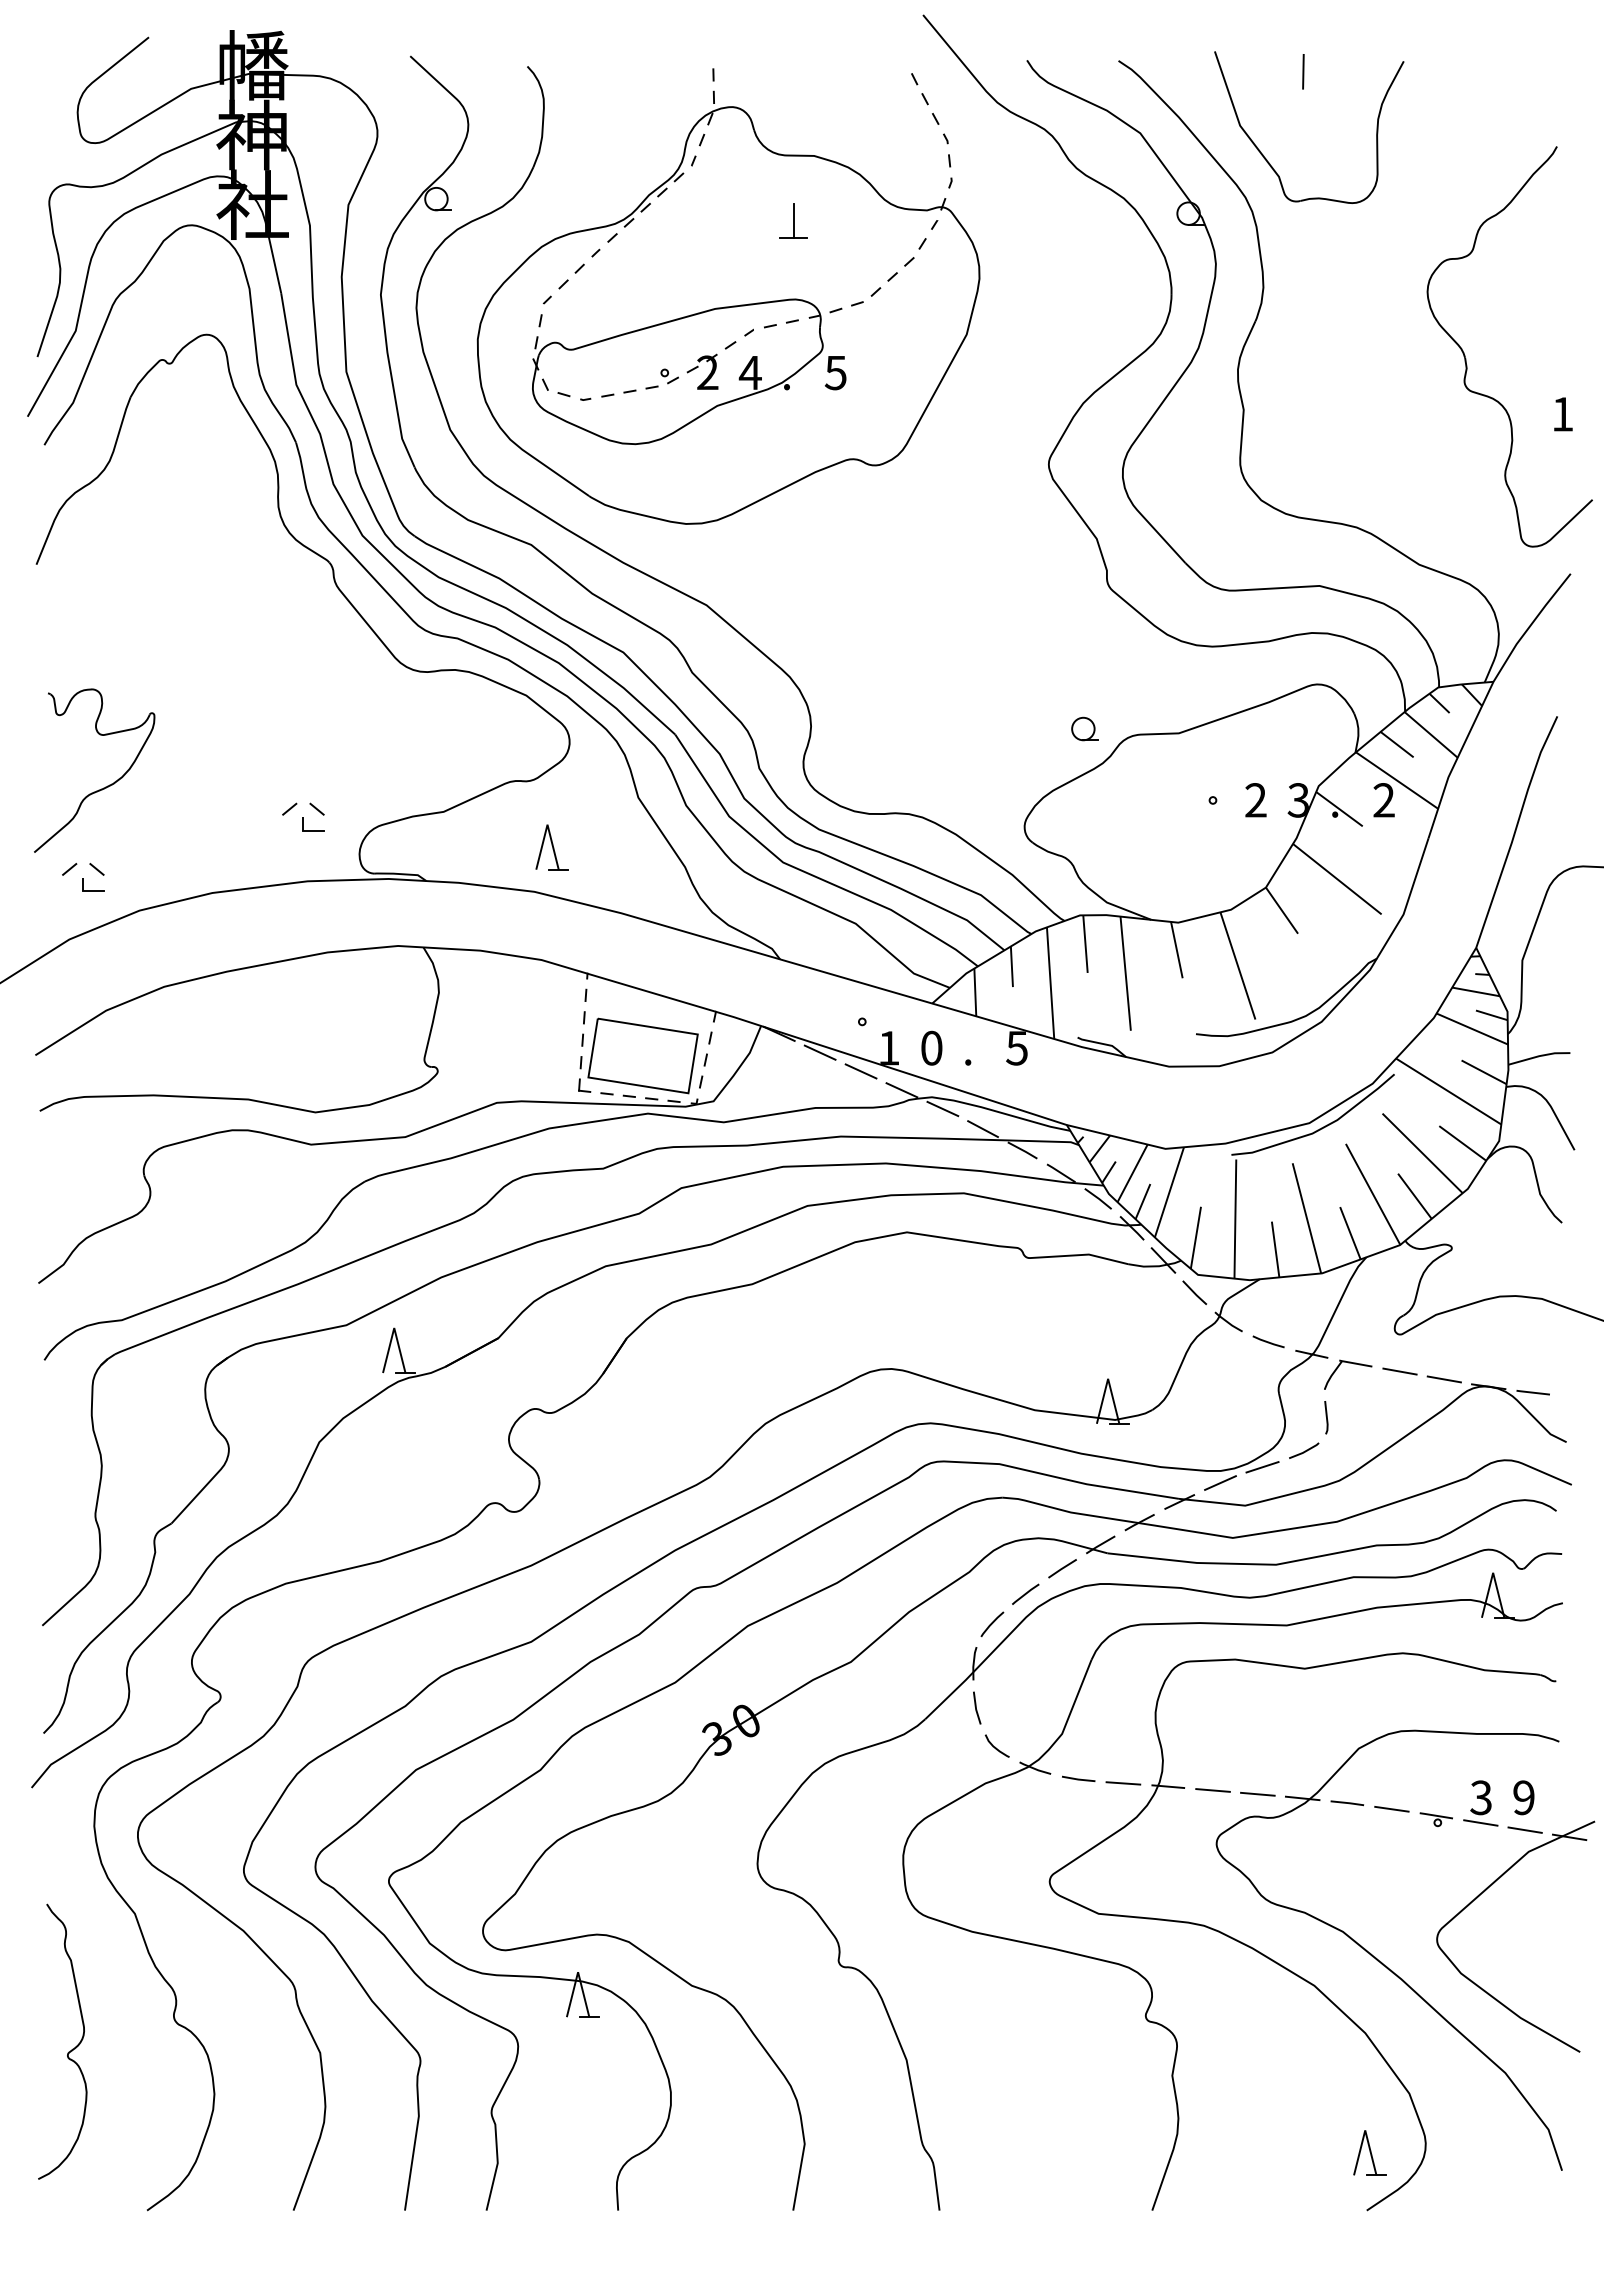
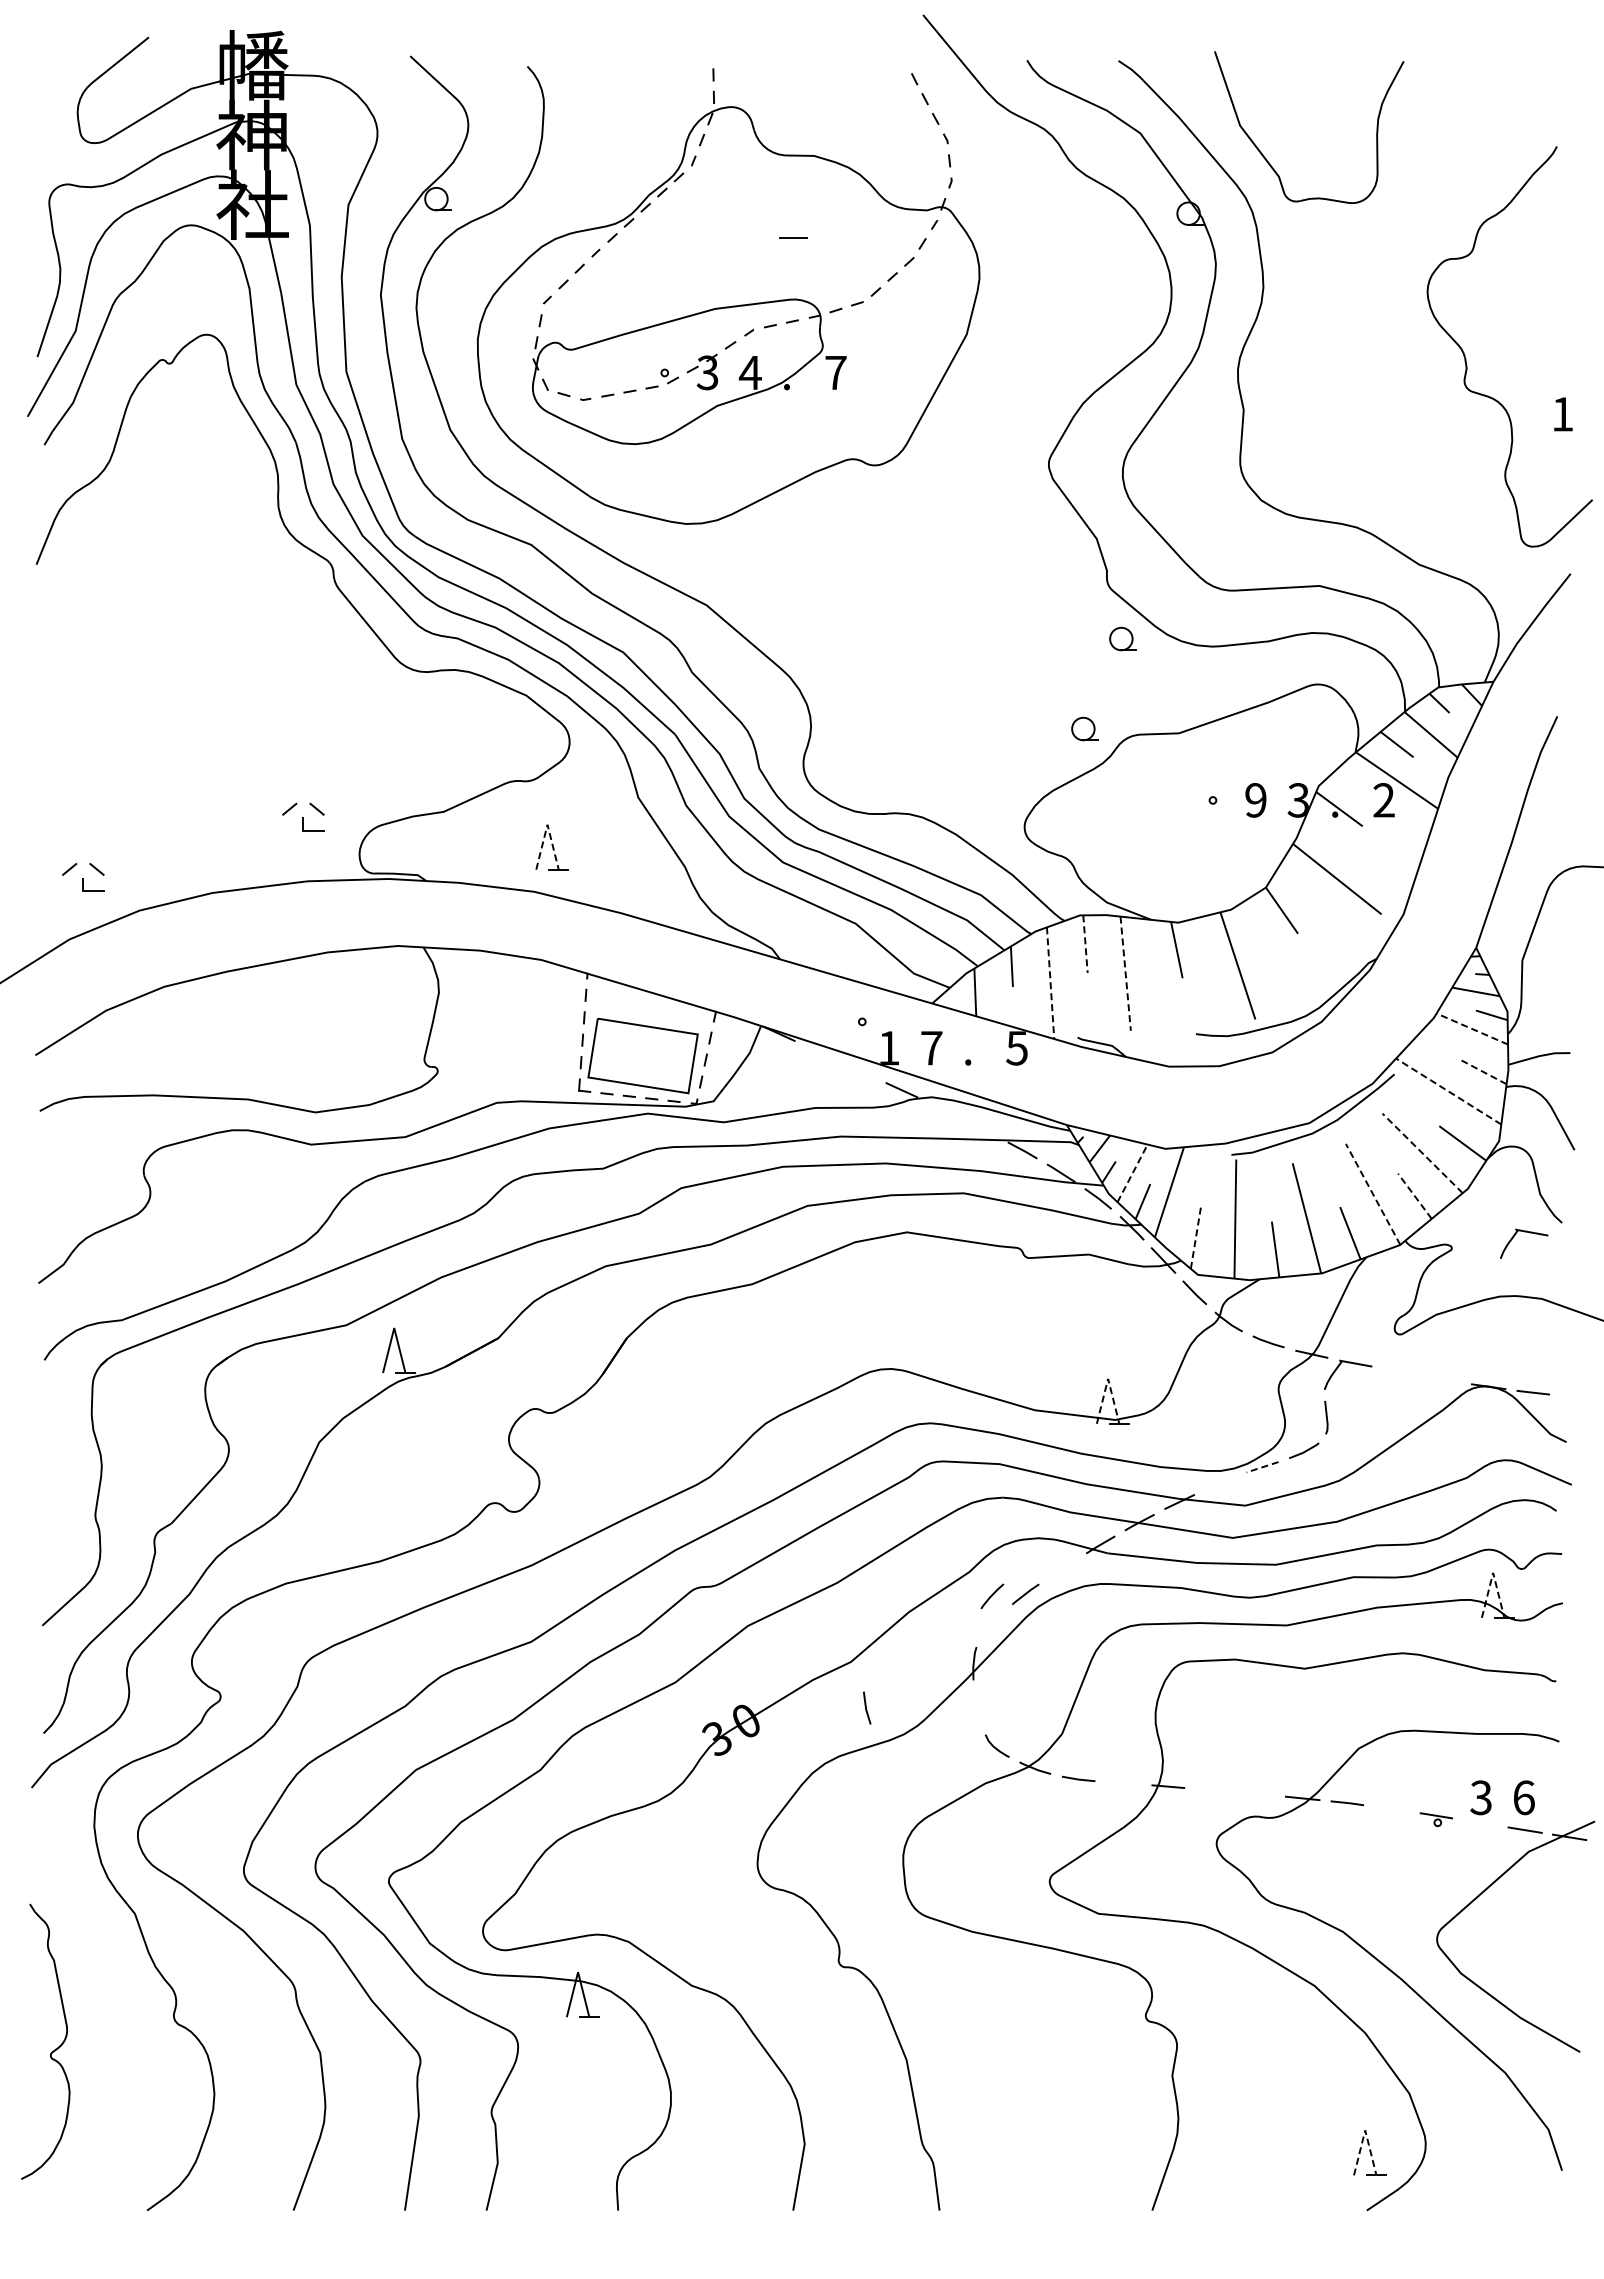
line at (1303, 71): present -> none
line at (793, 221): present -> none
text at (707, 373): 2 -> 3
text at (835, 373): 5 -> 7
part at (1122, 638): none -> present
part at (103, 787): present -> none
text at (1255, 800): 2 -> 9
line at (547, 824): solid -> dashed
line at (1085, 944): solid -> dashed
line at (1125, 974): solid -> dashed
line at (1050, 983): solid -> dashed
line at (1472, 1029): solid -> dashed
text at (931, 1047): 0 -> 7
line at (819, 1052): present -> none
line at (860, 1071): present -> none
line at (1483, 1072): solid -> dashed
line at (1448, 1091): solid -> dashed
line at (942, 1108): present -> none
line at (982, 1129): present -> none
line at (1422, 1153): solid -> dashed
line at (1132, 1173): solid -> dashed
line at (1372, 1193): solid -> dashed
line at (1414, 1195): solid -> dashed
part at (1524, 1232): none -> present
line at (1196, 1237): solid -> dashed
line at (1399, 1371): present -> none
line at (1108, 1378): solid -> dashed
line at (1443, 1379): present -> none
line at (1262, 1467): solid -> dashed
line at (1220, 1482): present -> none
line at (1062, 1568): present -> none
line at (1493, 1572): solid -> dashed
line at (992, 1624) position: (992, 1624) -> (992, 1596)
line at (976, 1707) position: (976, 1707) -> (866, 1707)
line at (1123, 1783): present -> none
line at (1212, 1790): present -> none
line at (1257, 1793): present -> none
text at (1523, 1797): 9 -> 6
line at (1391, 1808): present -> none
line at (1480, 1822): present -> none
curve at (68, 2051) position: (68, 2051) -> (51, 2051)
line at (1365, 2130): solid -> dashed
